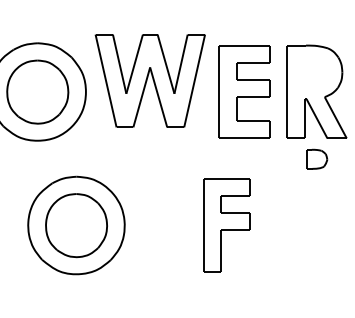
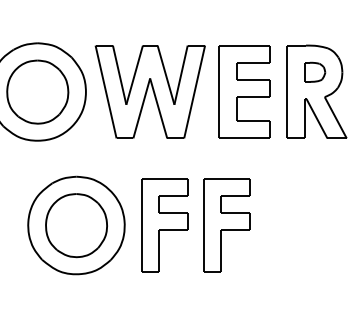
part at (149, 80) position: (149, 80) -> (149, 91)
part at (317, 158) position: (317, 158) -> (315, 71)
part at (164, 225): none -> present
